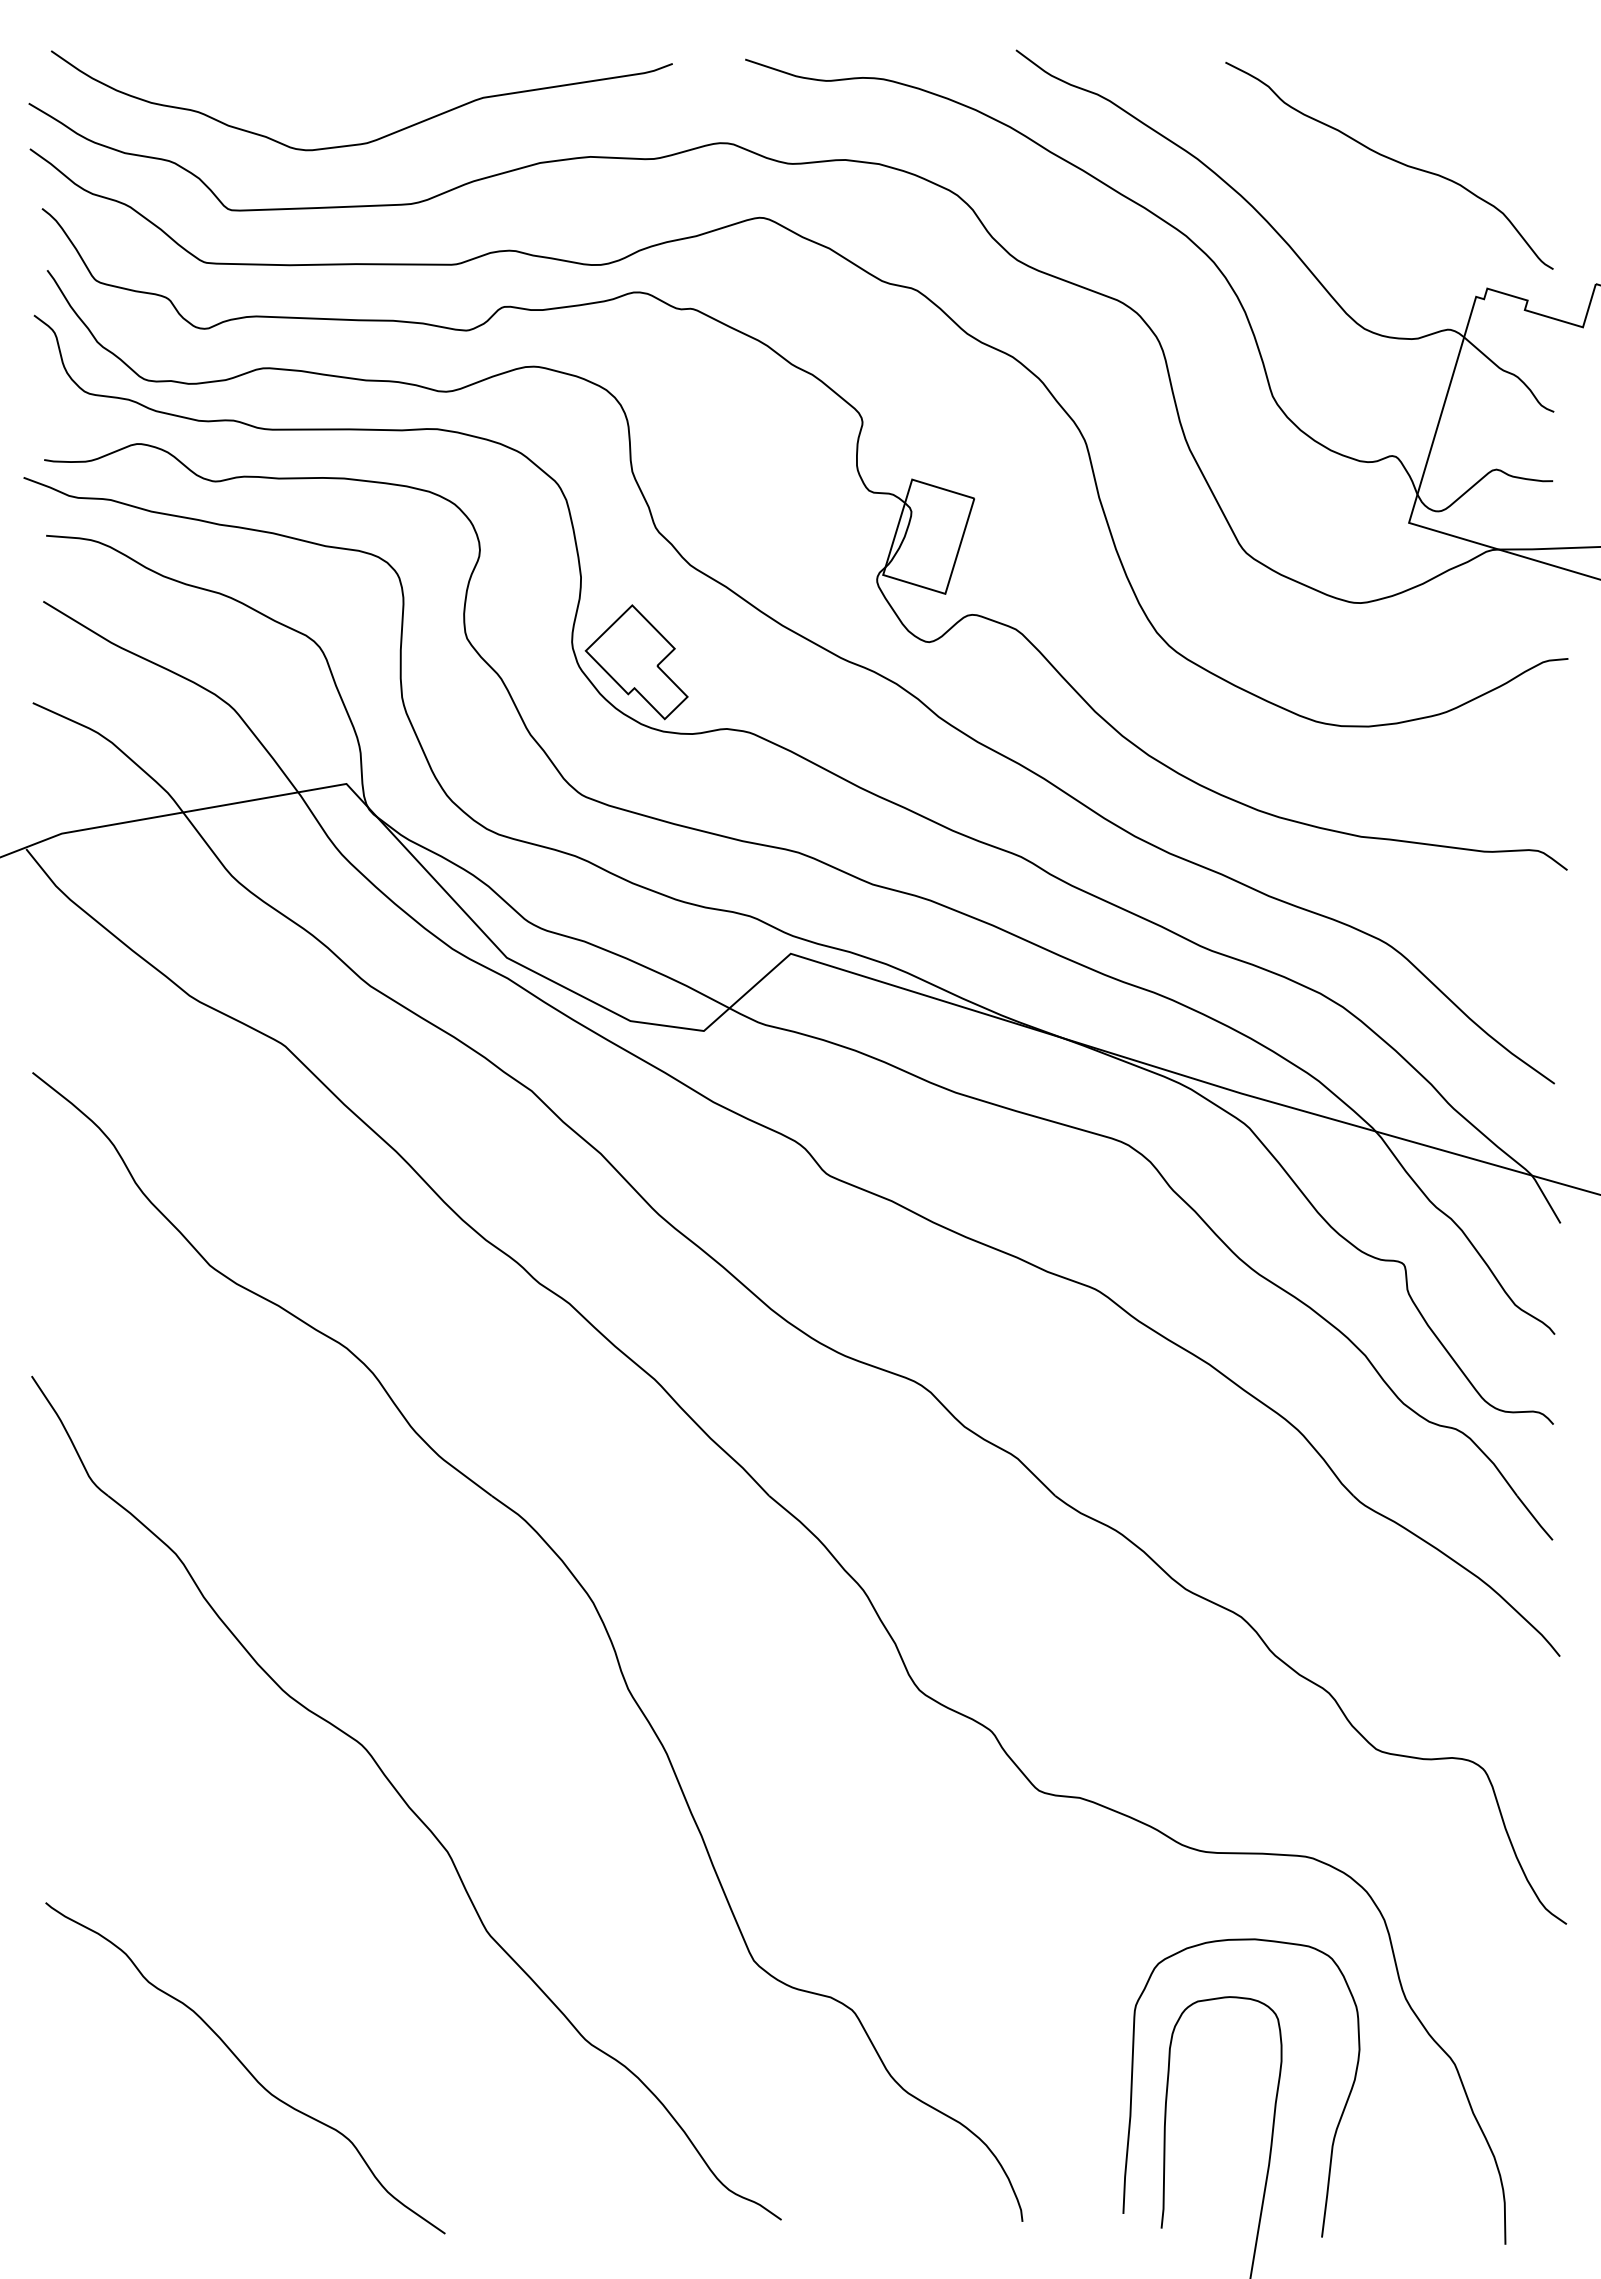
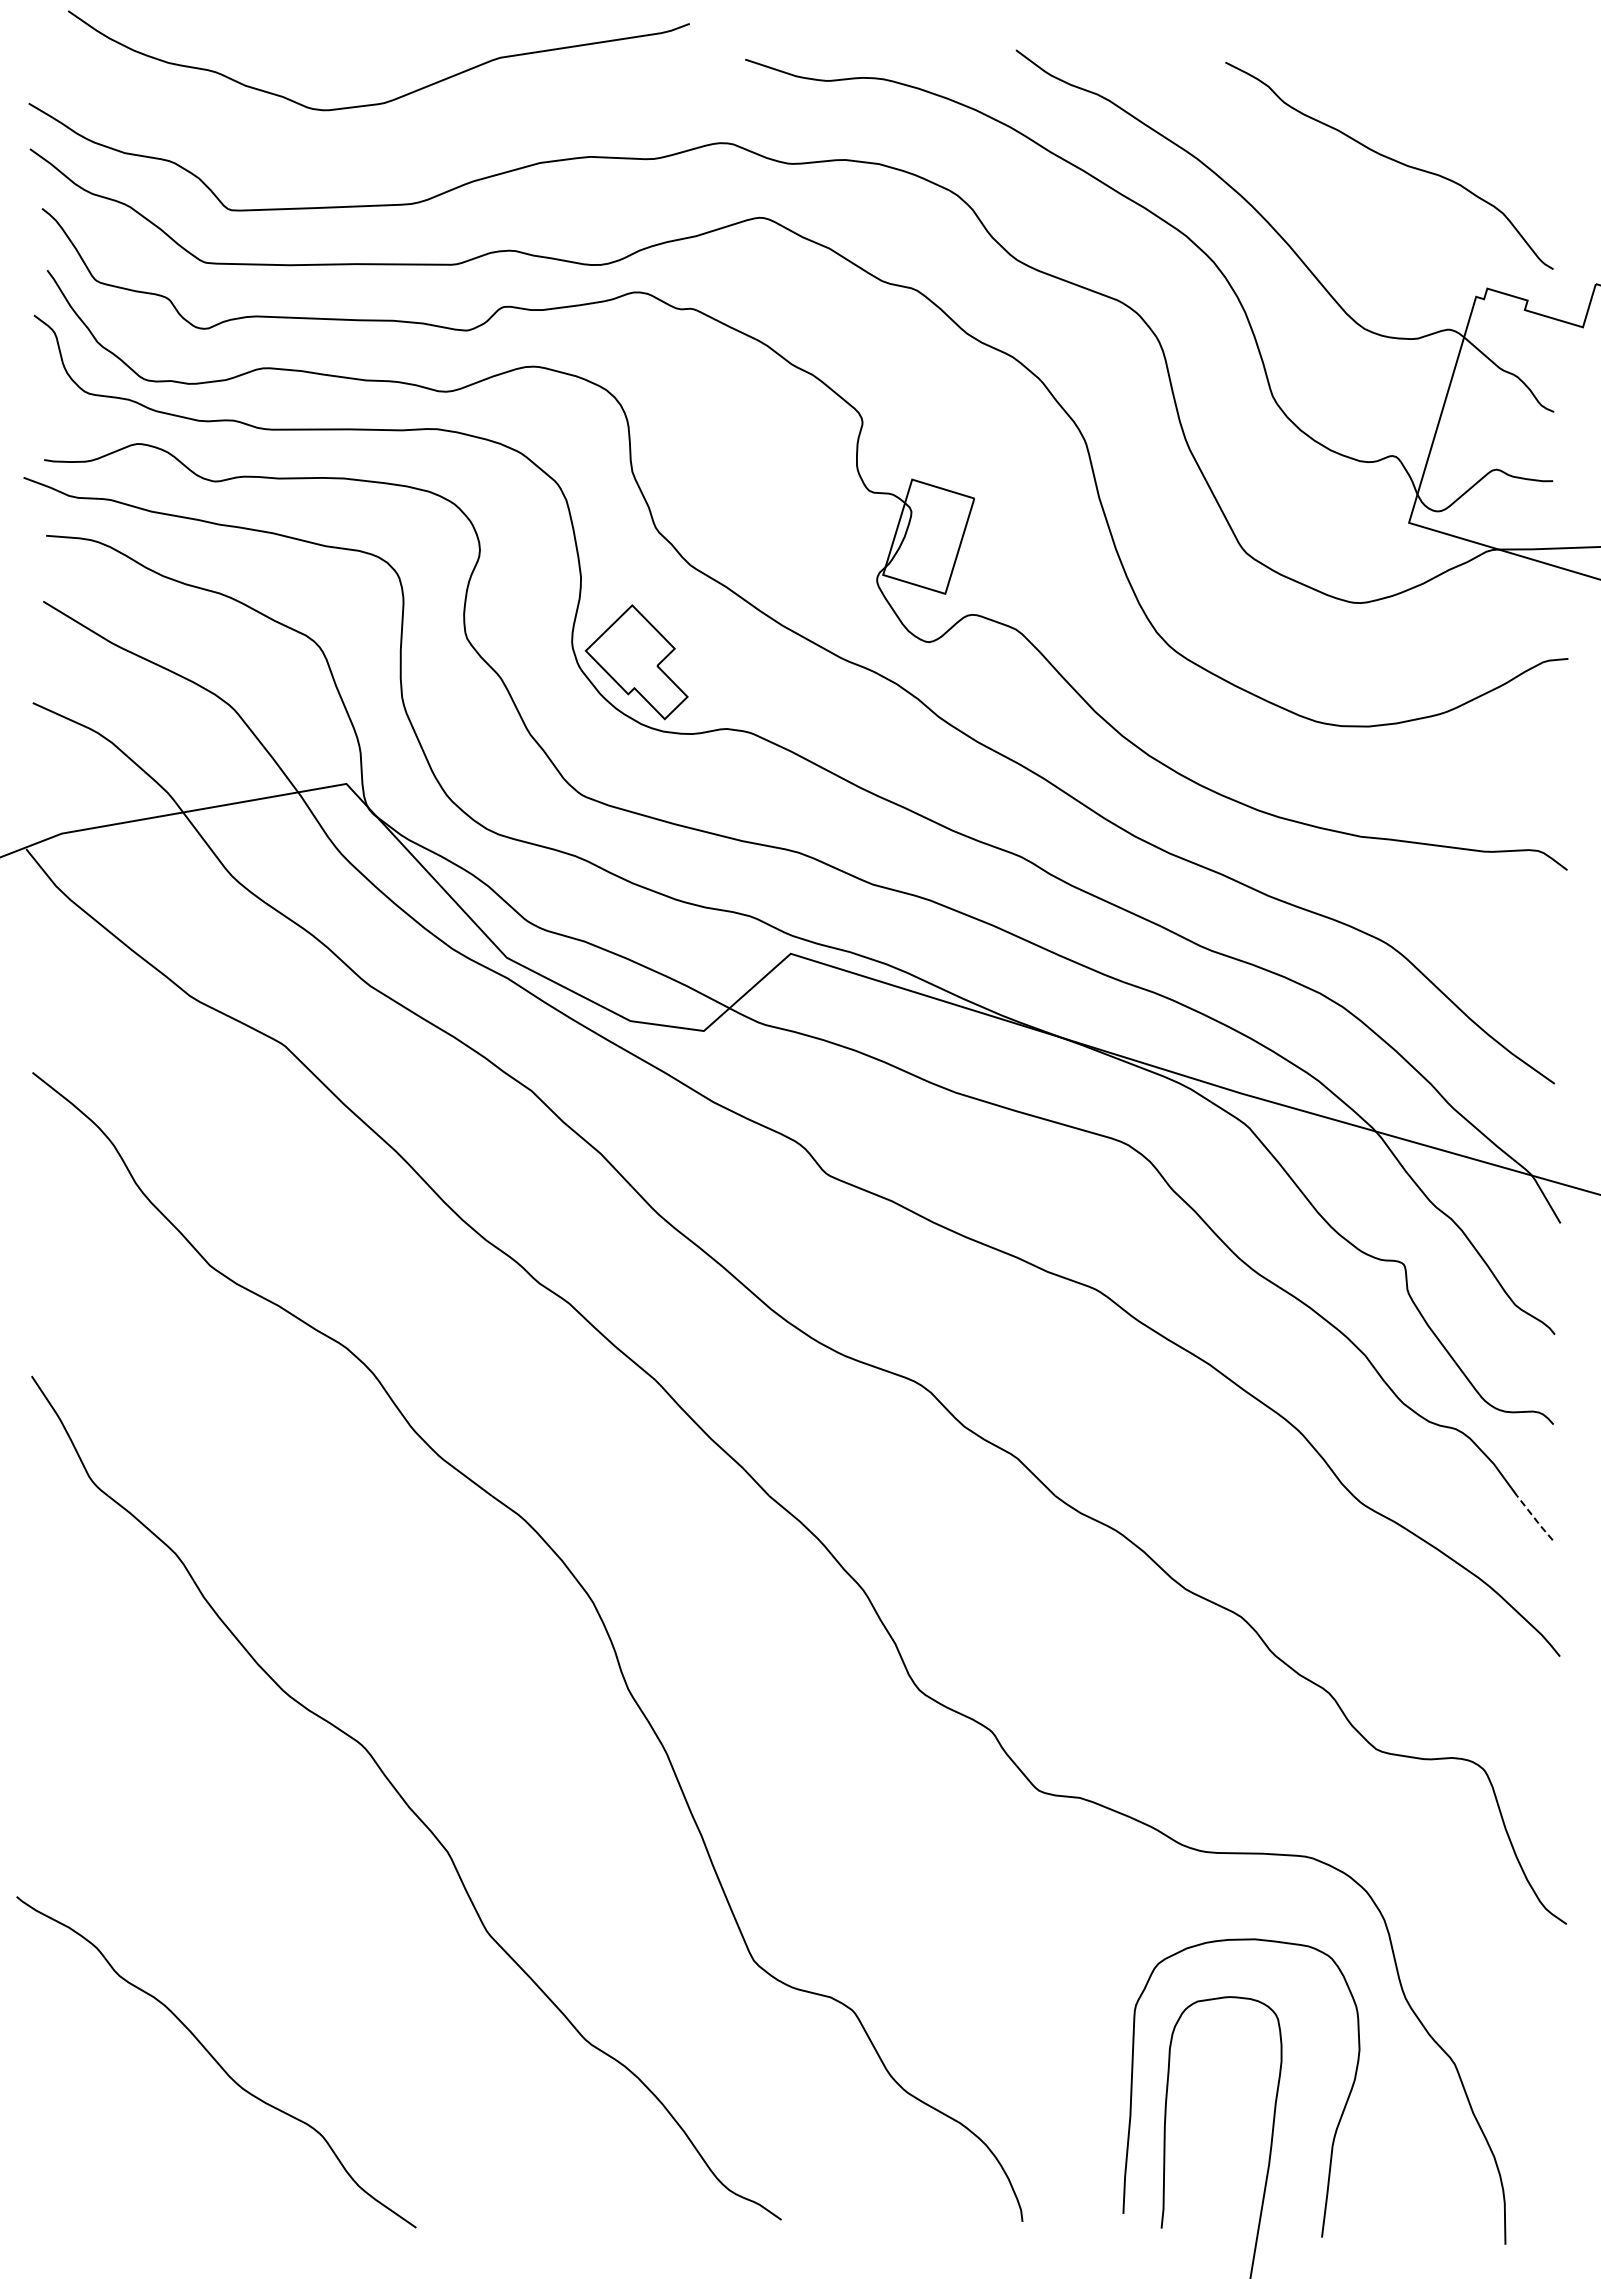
curve at (374, 139) position: (374, 139) -> (391, 99)
line at (1534, 1518): solid -> dashed
curve at (245, 2068) position: (245, 2068) -> (216, 2062)
